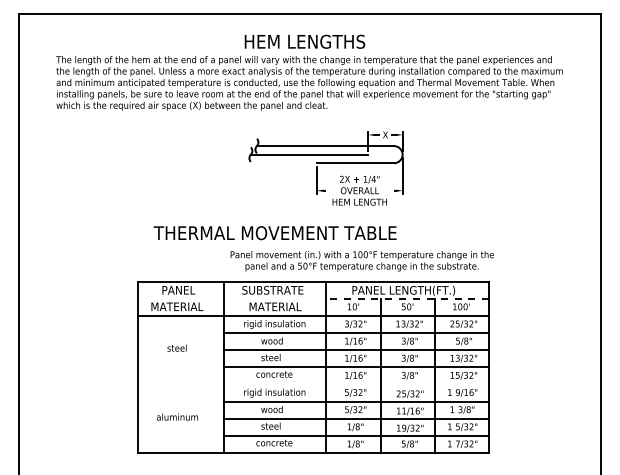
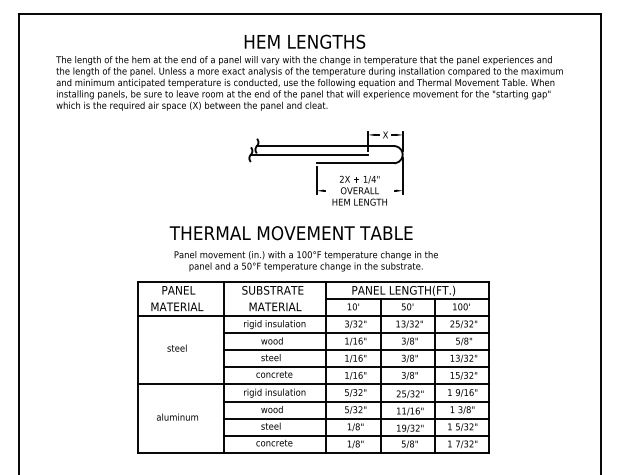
text at (274, 233) position: (274, 233) -> (290, 233)
text at (361, 261) position: (361, 261) -> (305, 261)
line at (407, 298): dashed -> solid
line at (313, 384): none -> present
